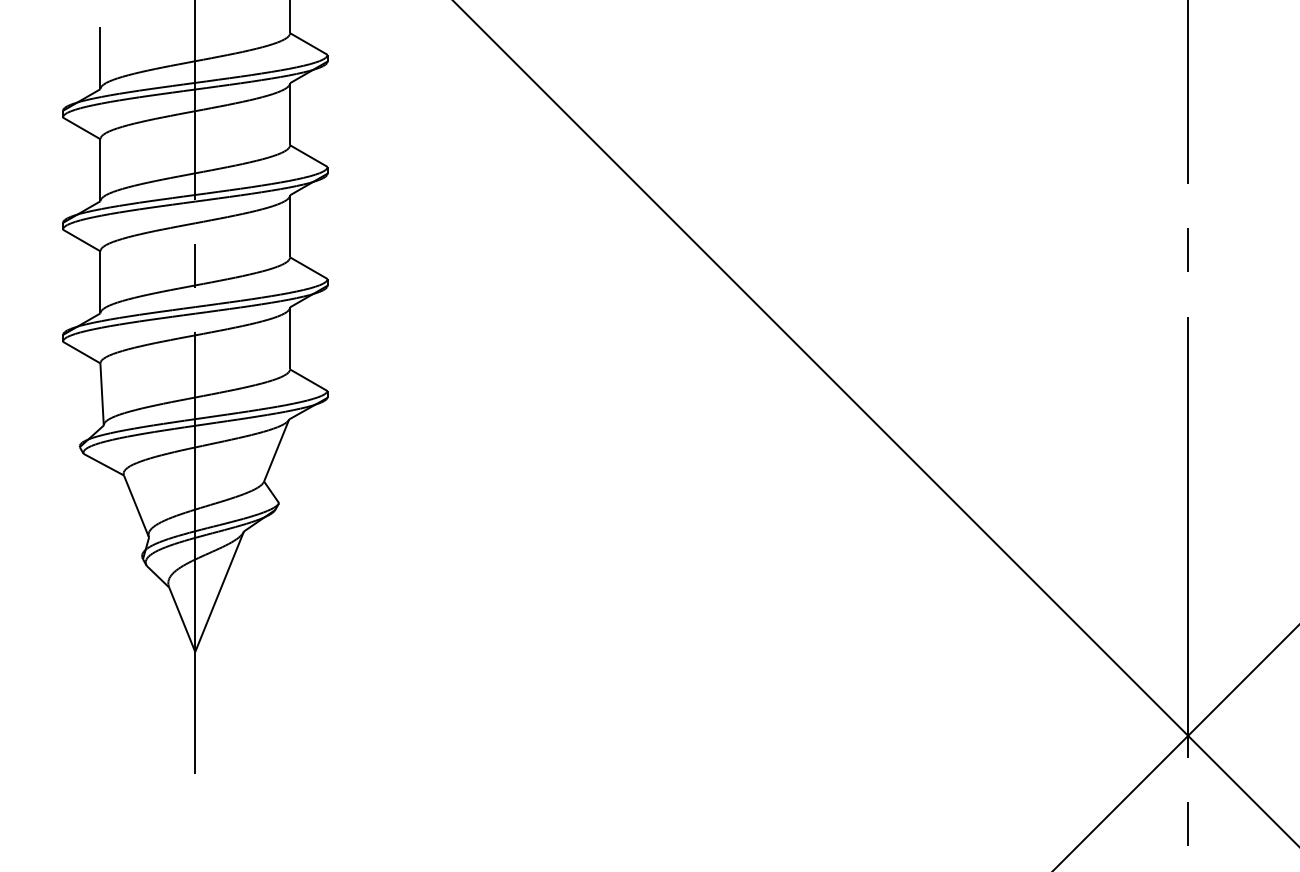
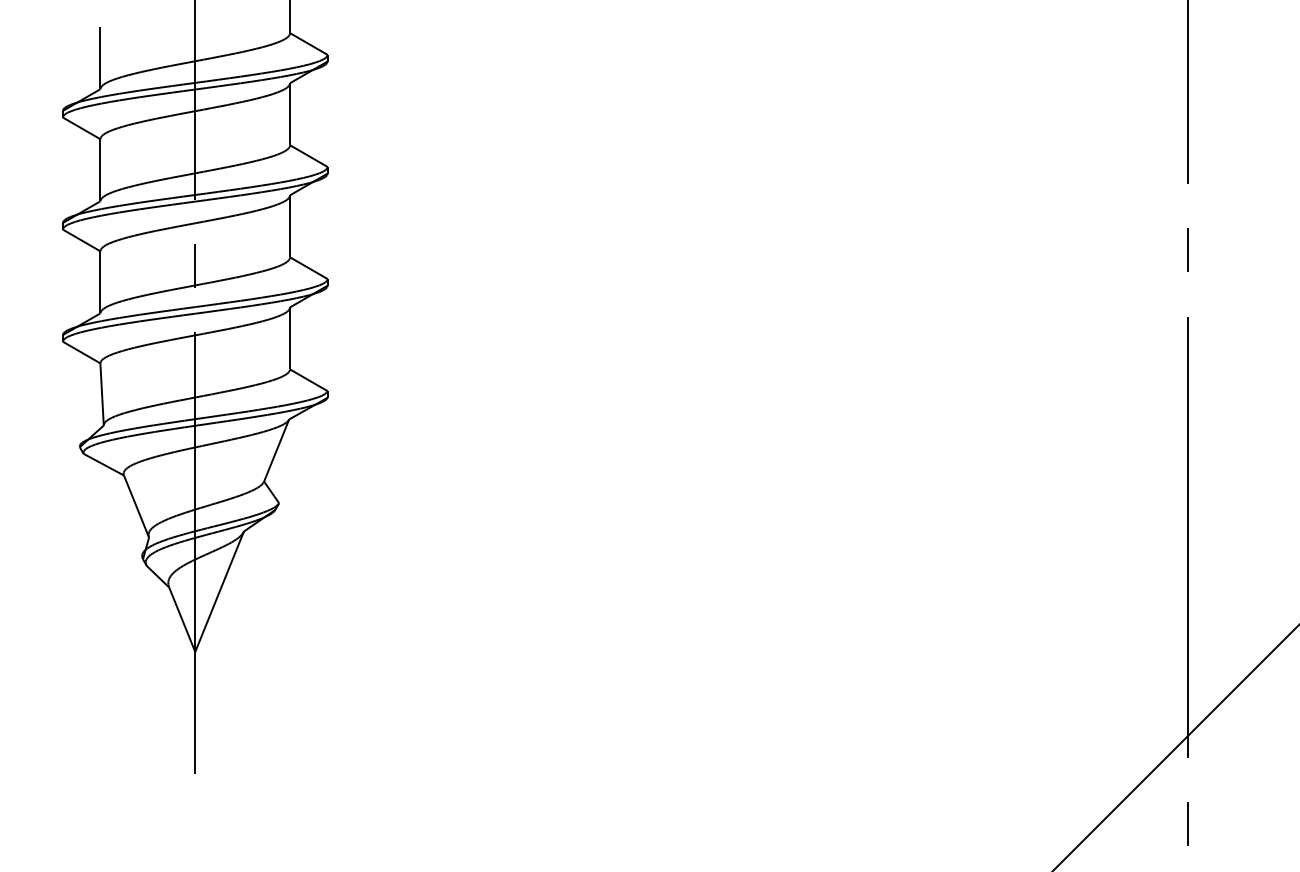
line at (875, 423): present -> none
